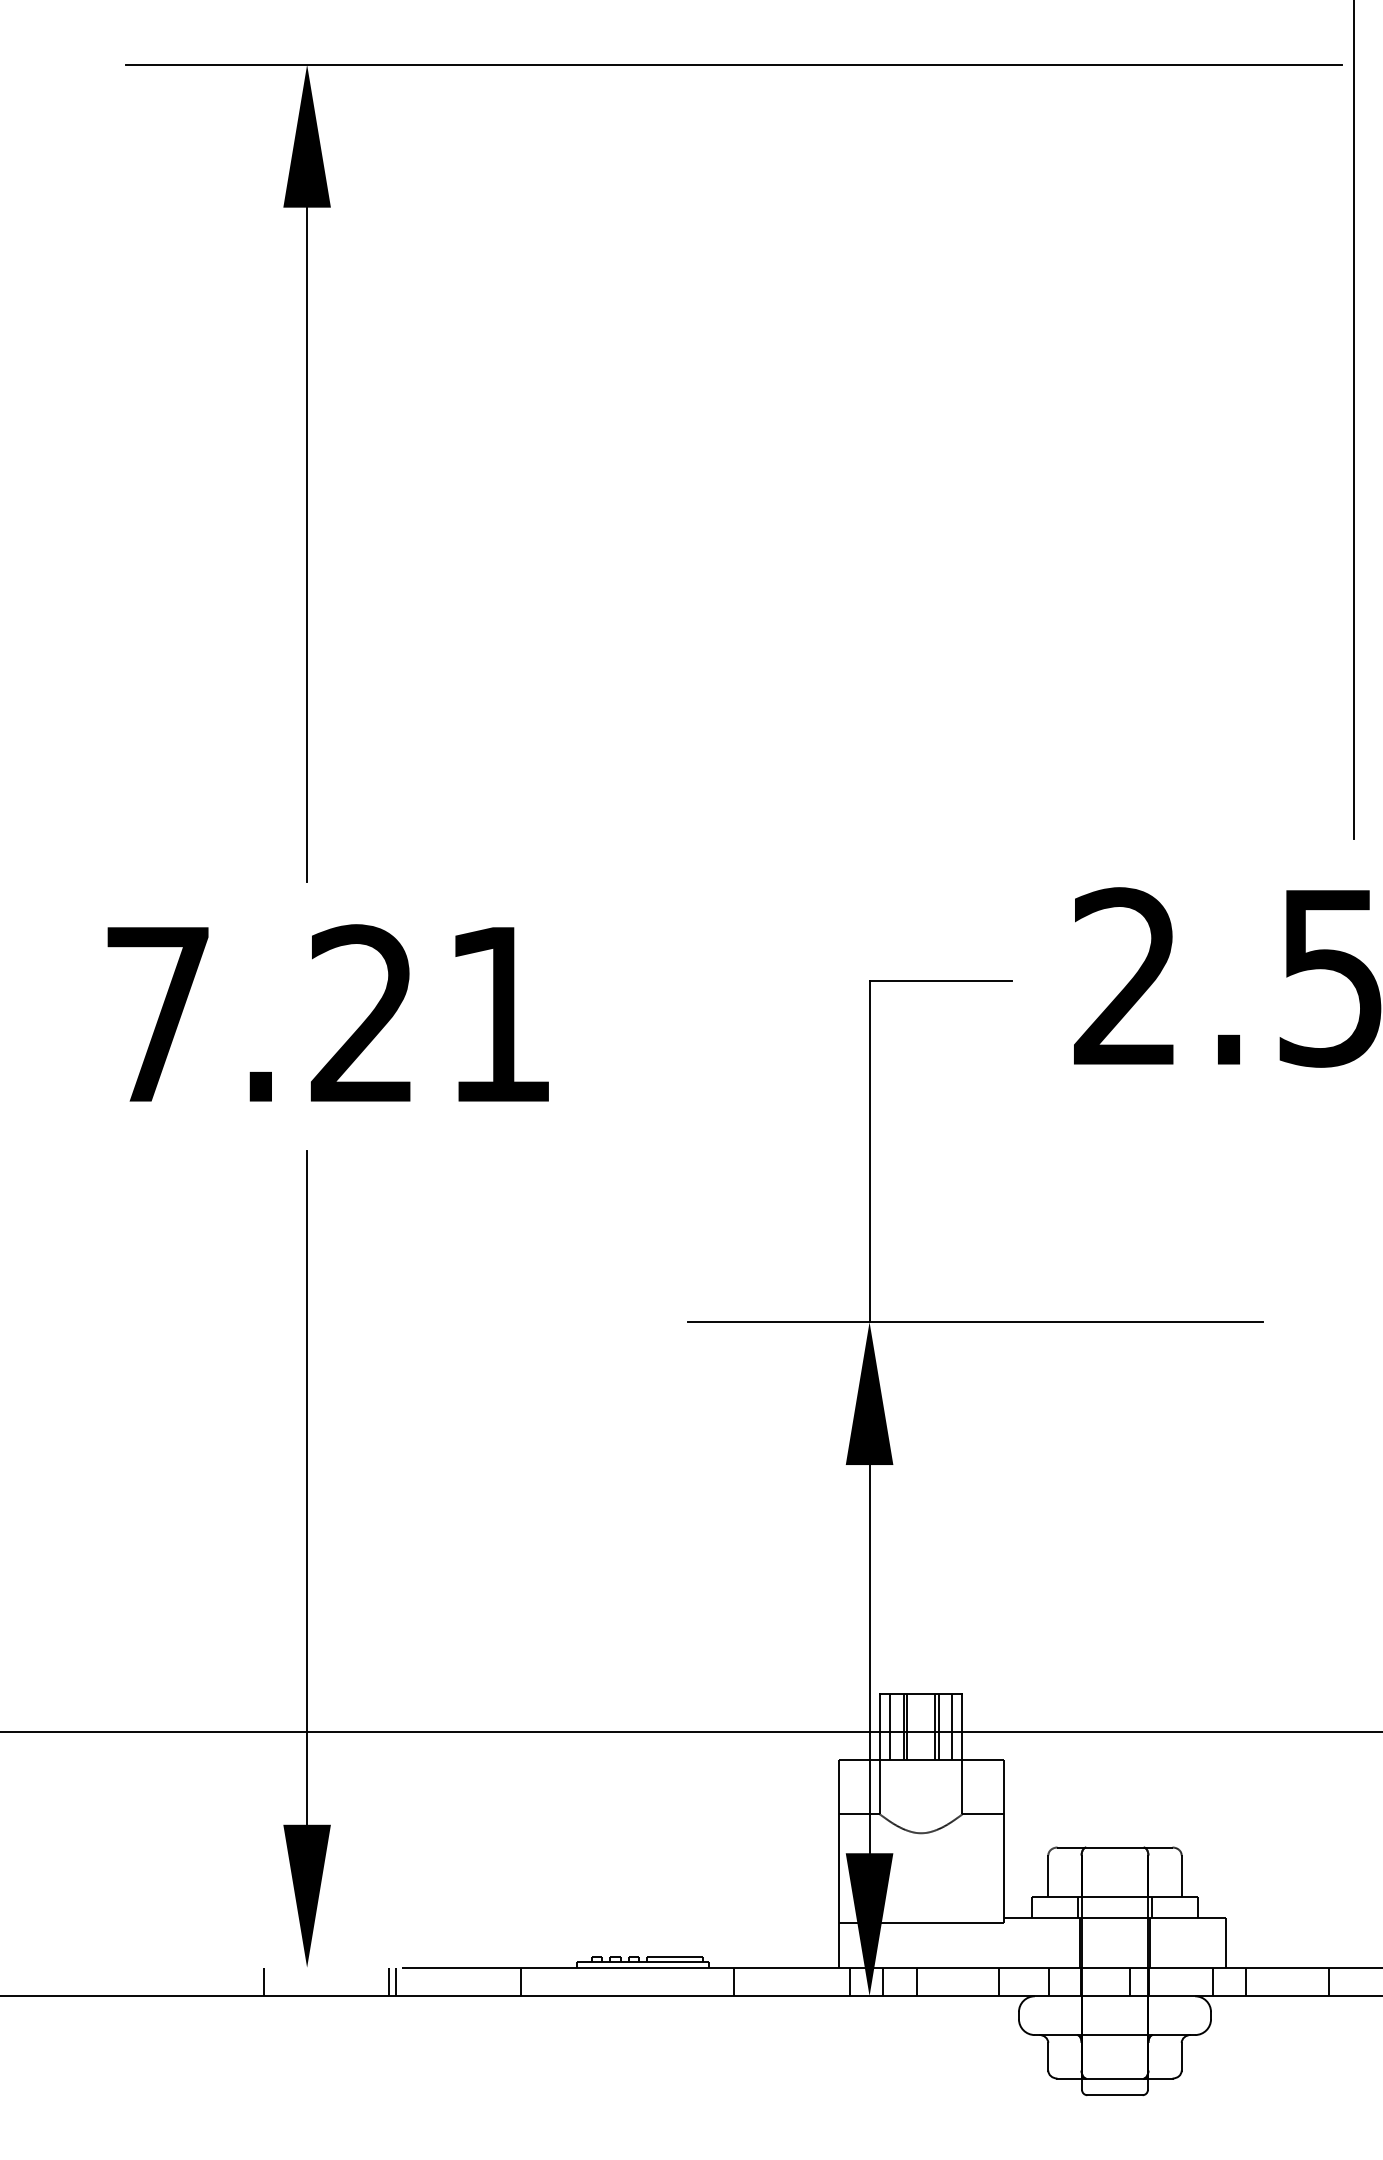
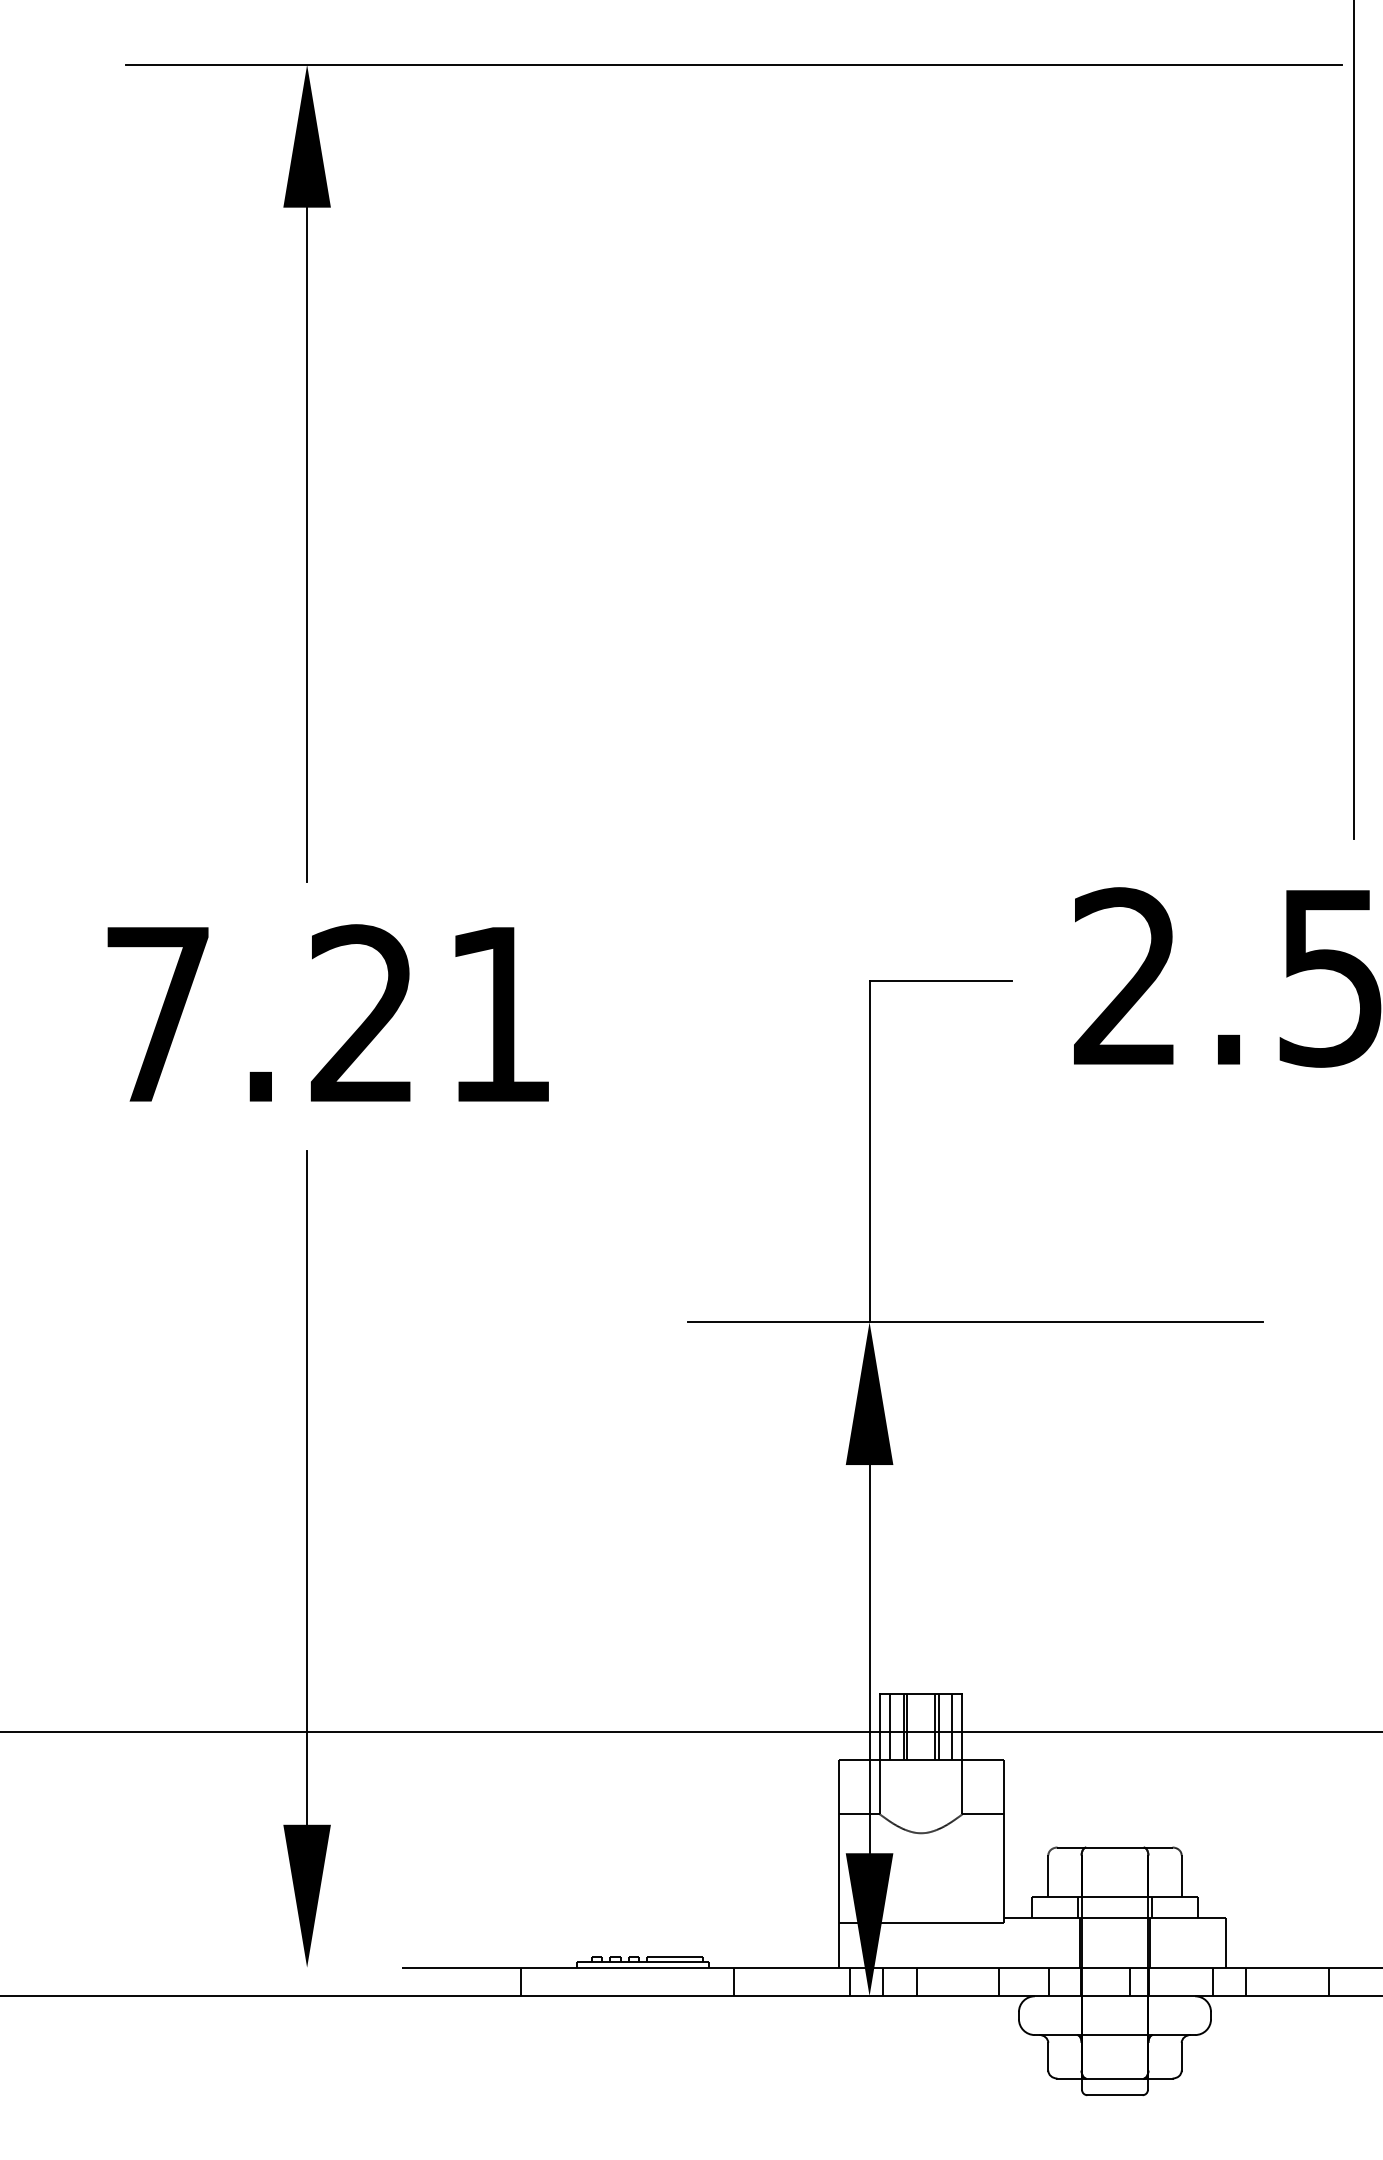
line at (263, 1981): present -> none
line at (389, 1981): present -> none
line at (395, 1981): present -> none
